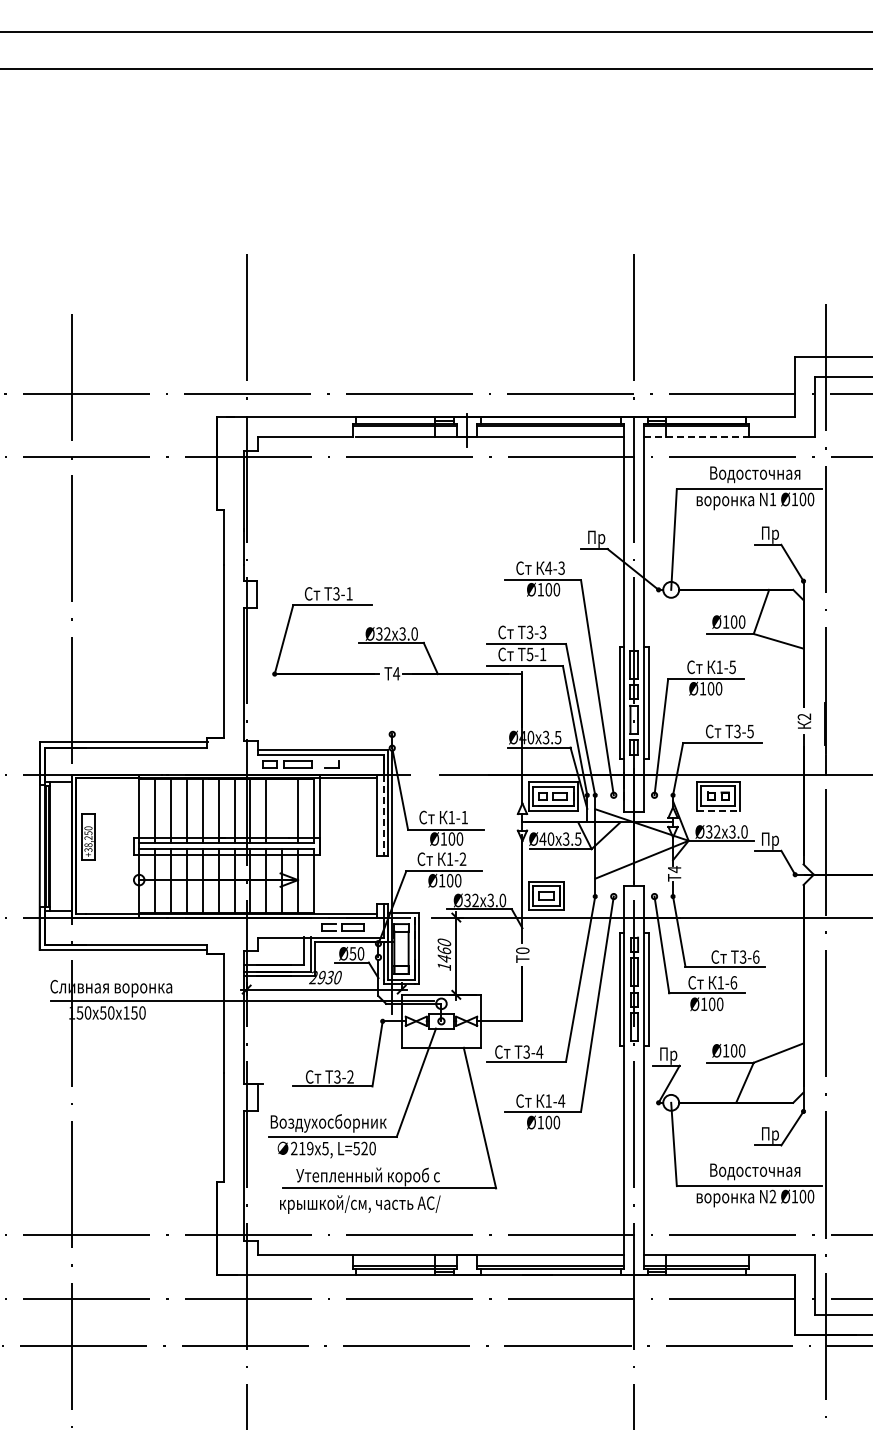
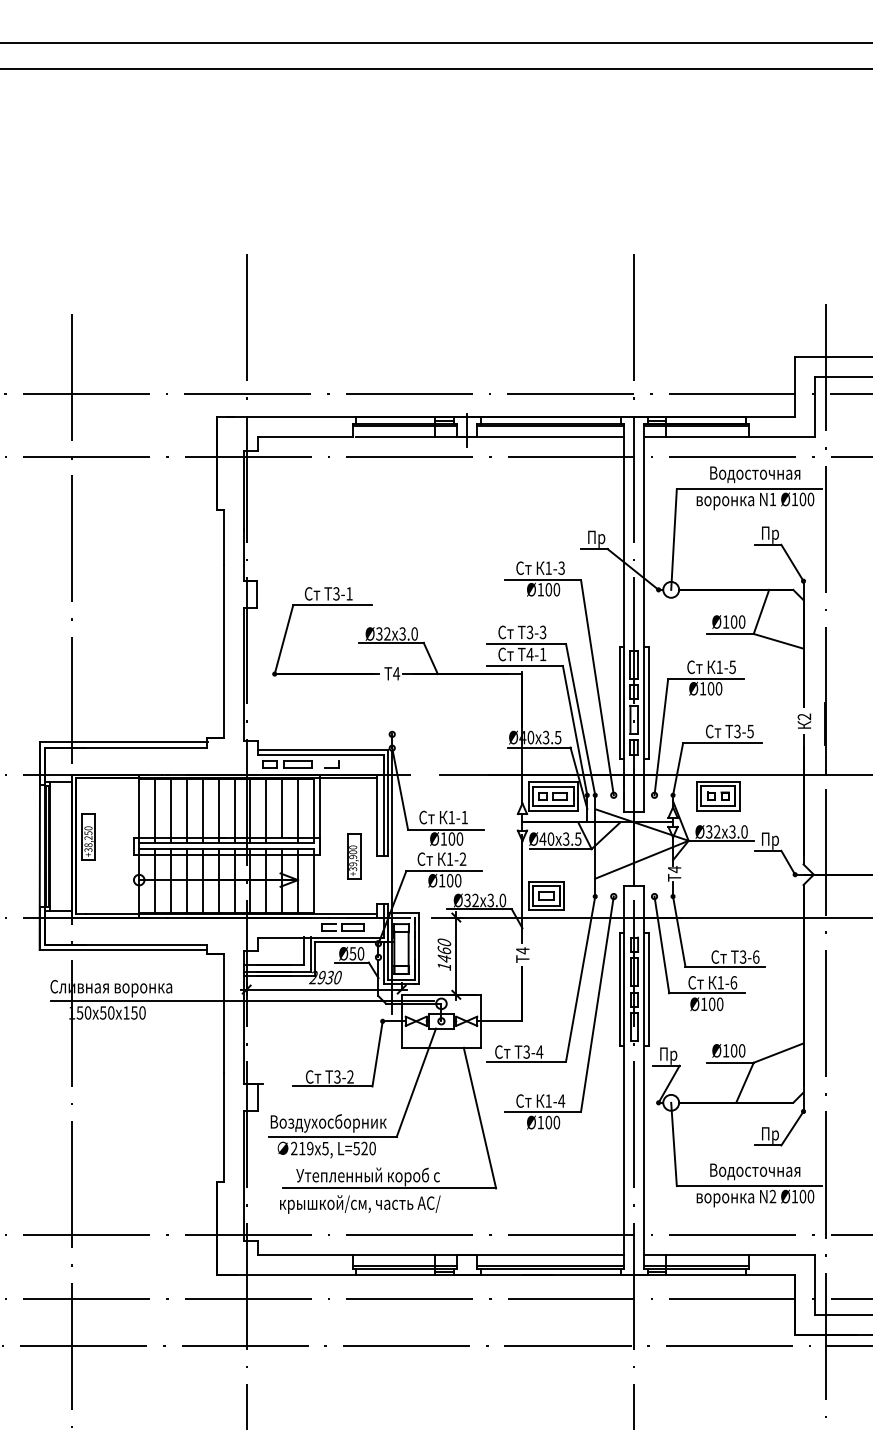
line at (435, 31) position: (435, 31) -> (435, 42)
line at (694, 437): dashed -> solid
text at (548, 567): 4-3 -> 1-3
text at (529, 654): 5-1 -> 4-1
line at (282, 808): none -> present
line at (718, 810): dashed -> solid
line at (383, 815): dashed -> solid
part at (354, 856): none -> present
text at (522, 950): 0 -> 4
